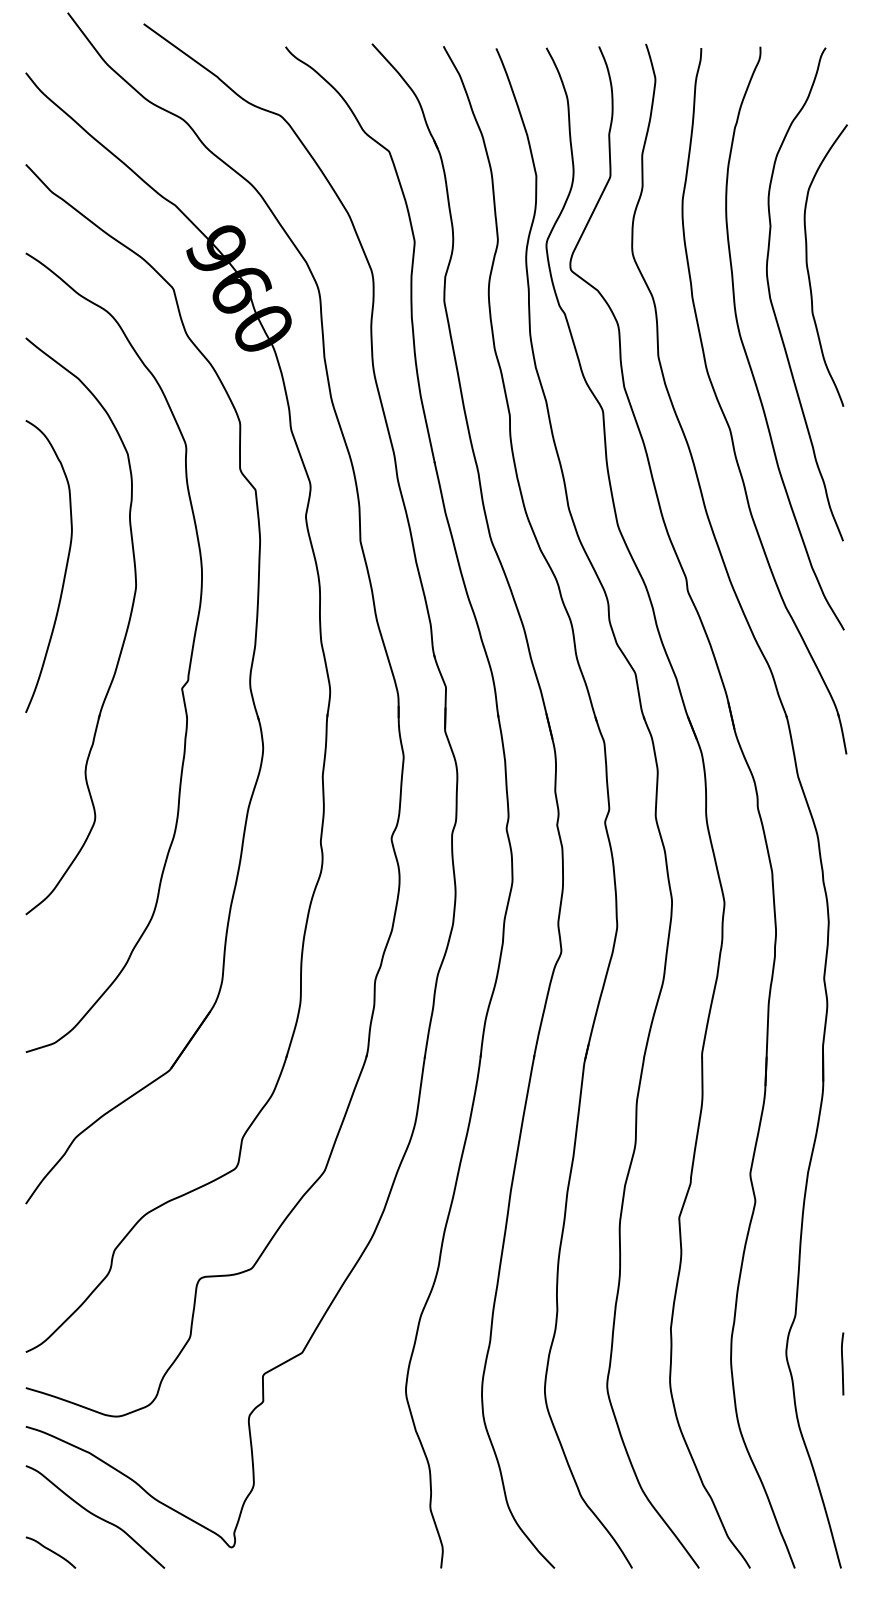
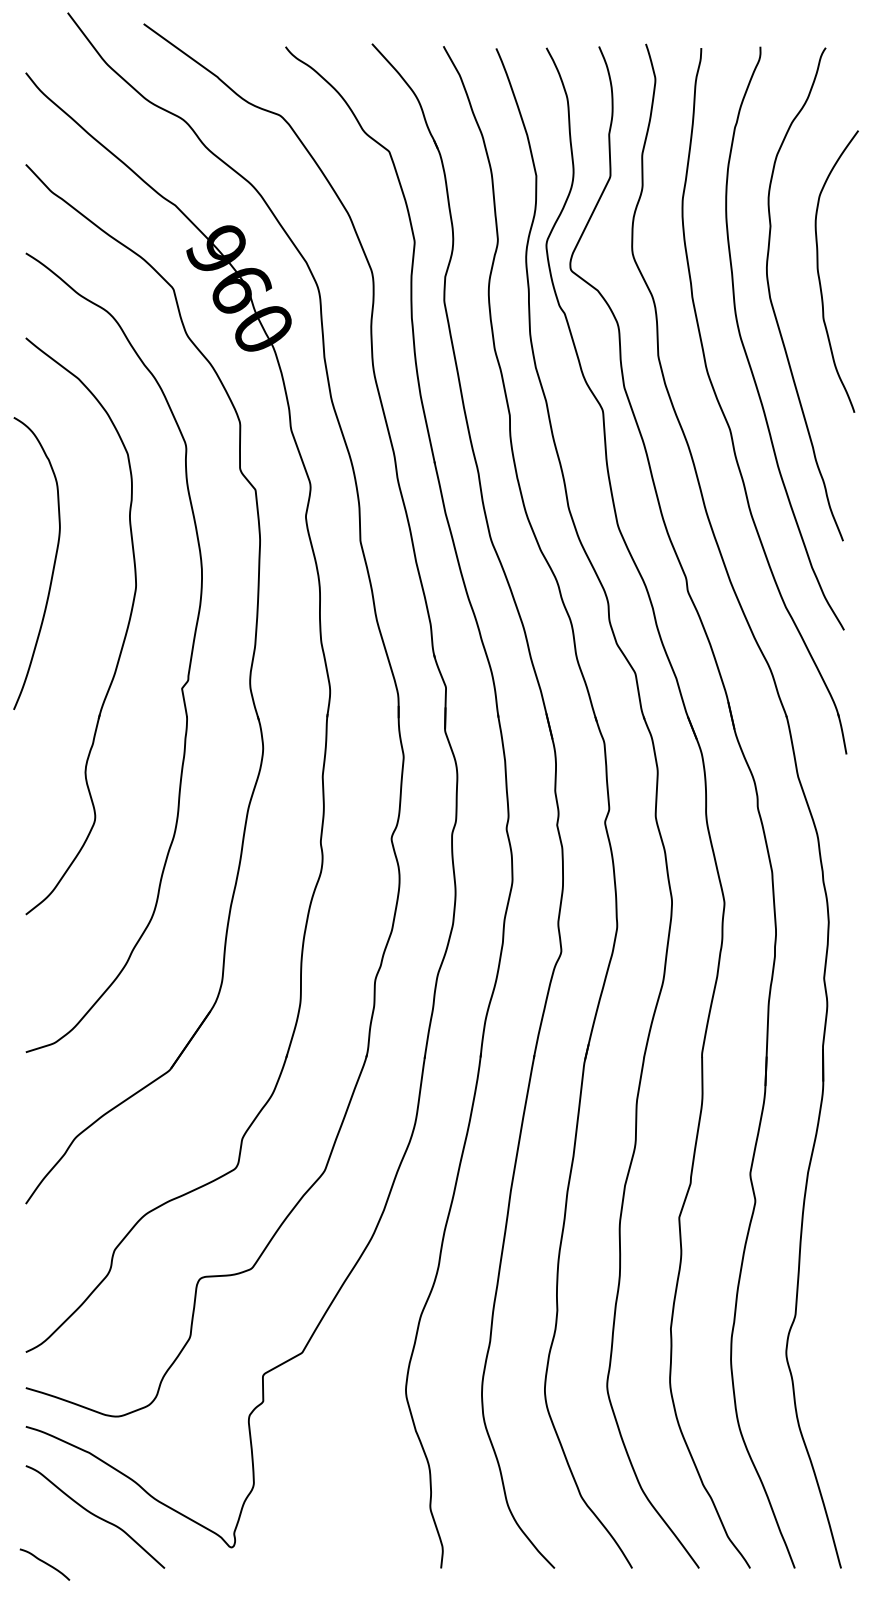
curve at (808, 267) position: (808, 267) -> (819, 273)
curve at (64, 571) position: (64, 571) -> (52, 568)
curve at (842, 1363): present -> none
curve at (50, 1551) position: (50, 1551) -> (44, 1563)
